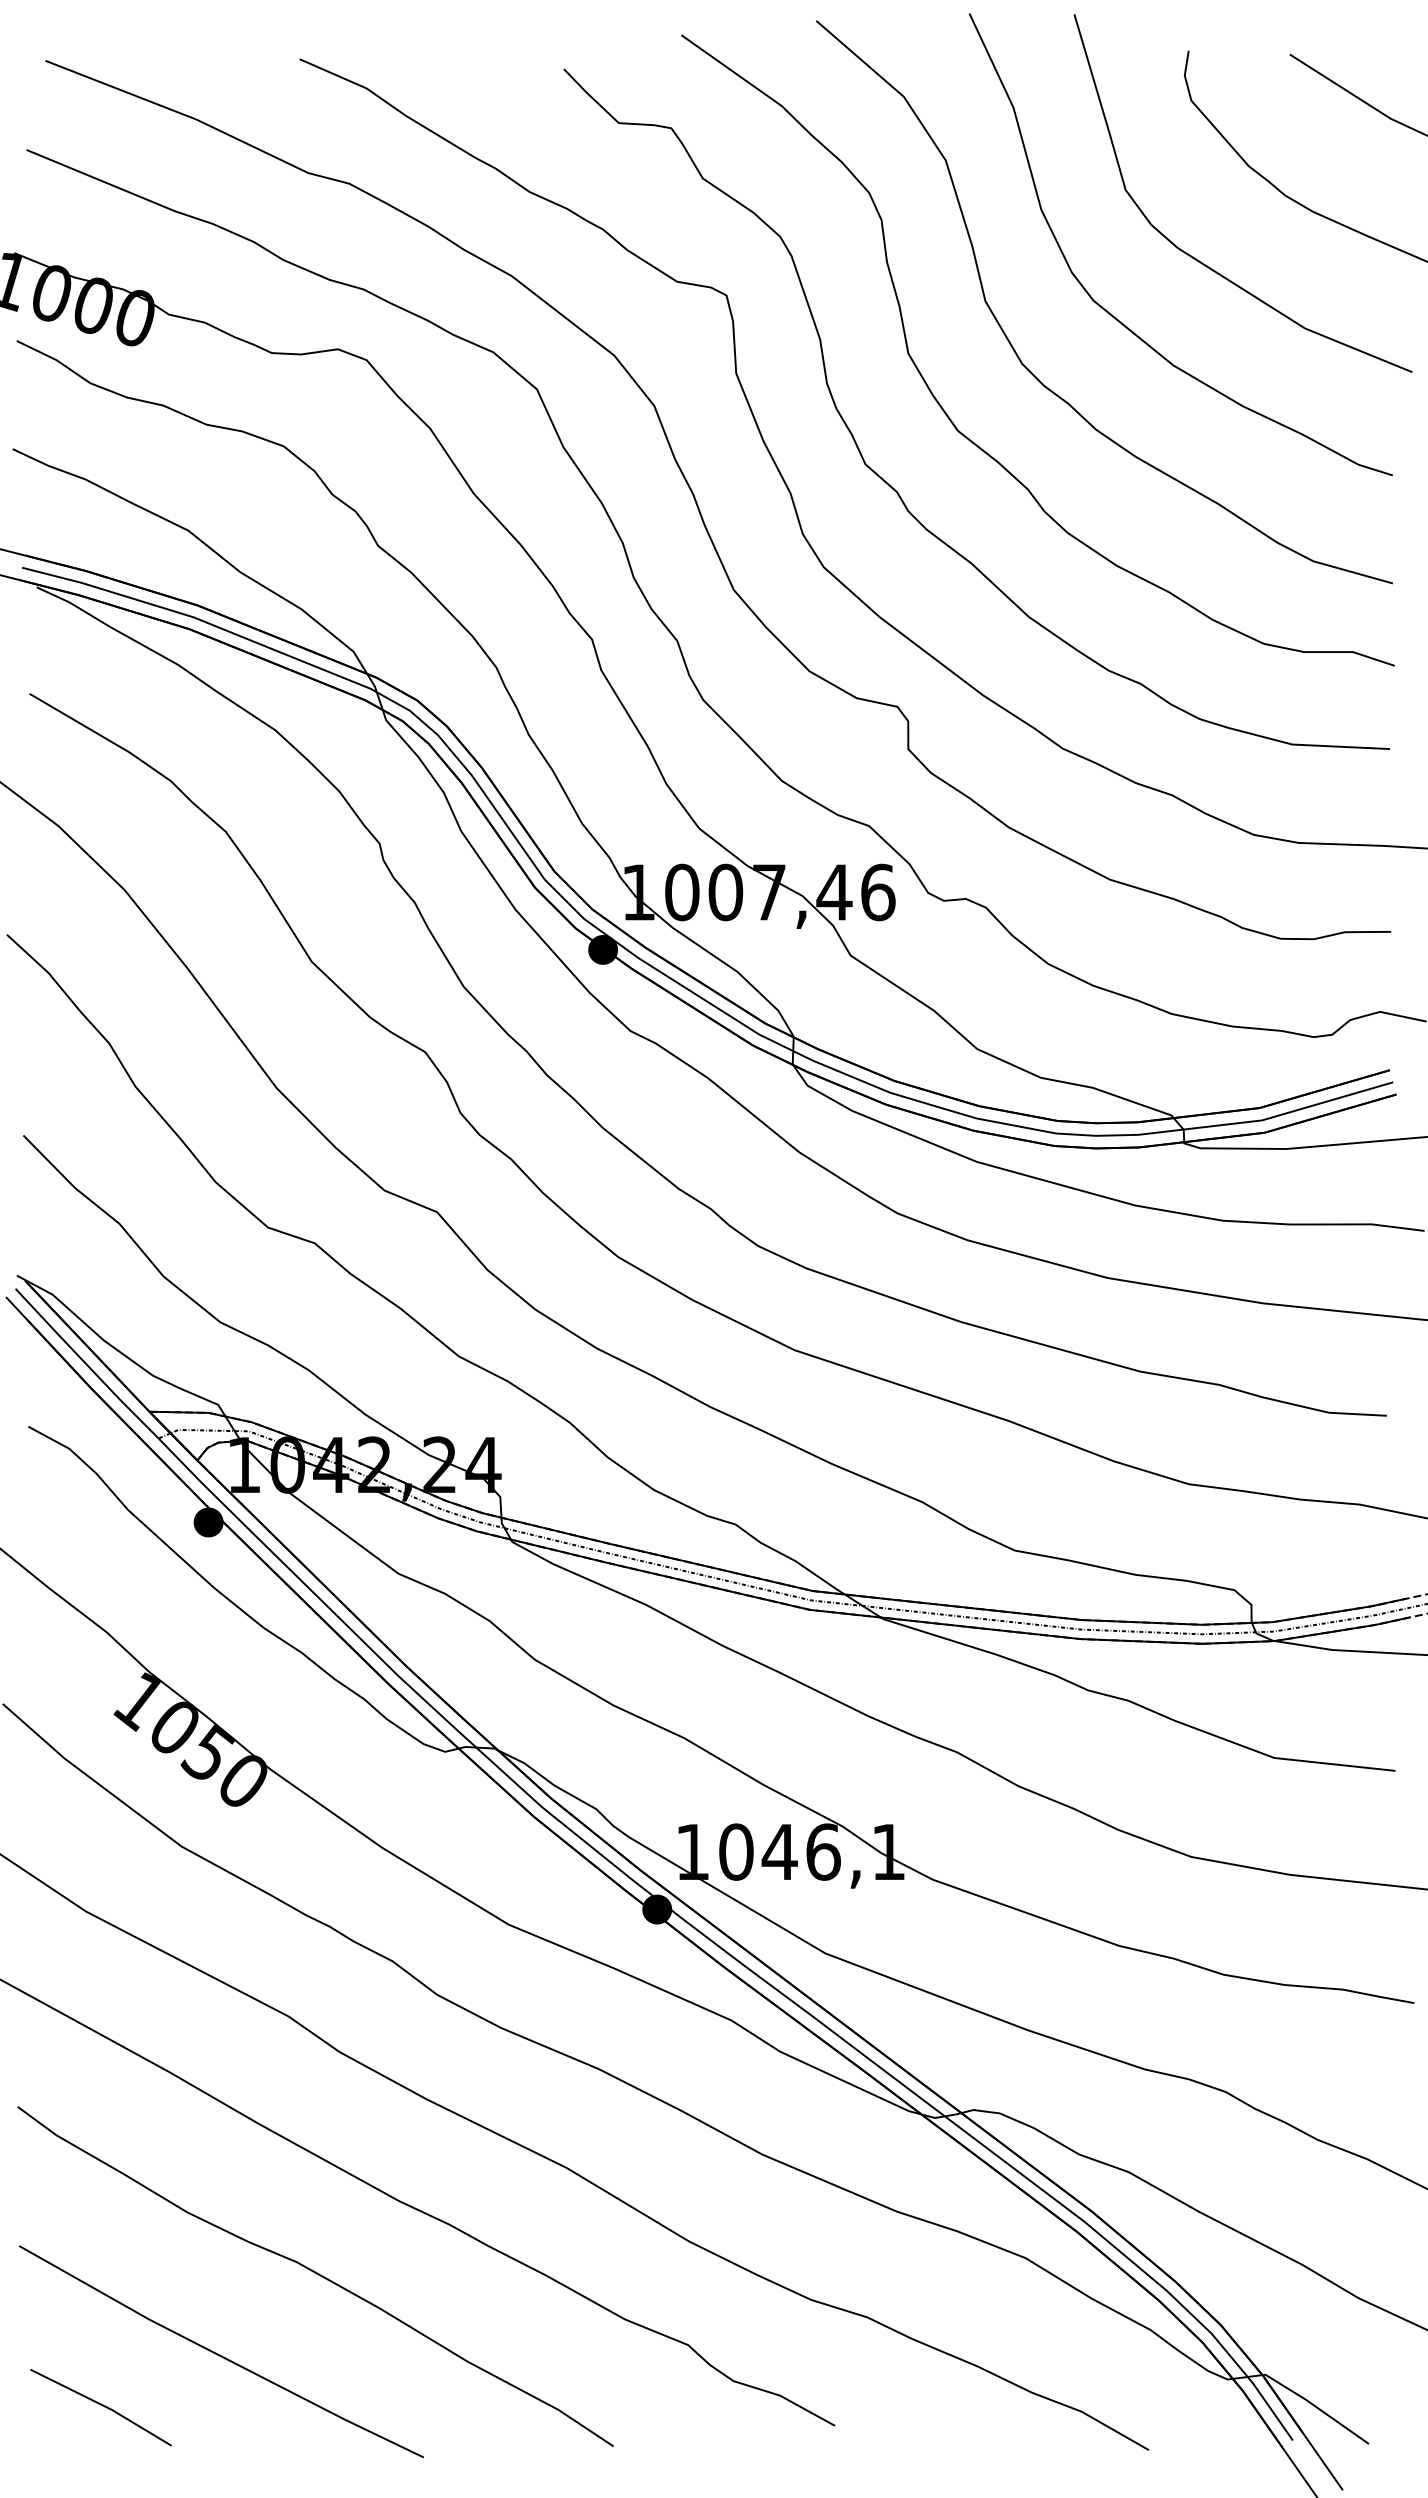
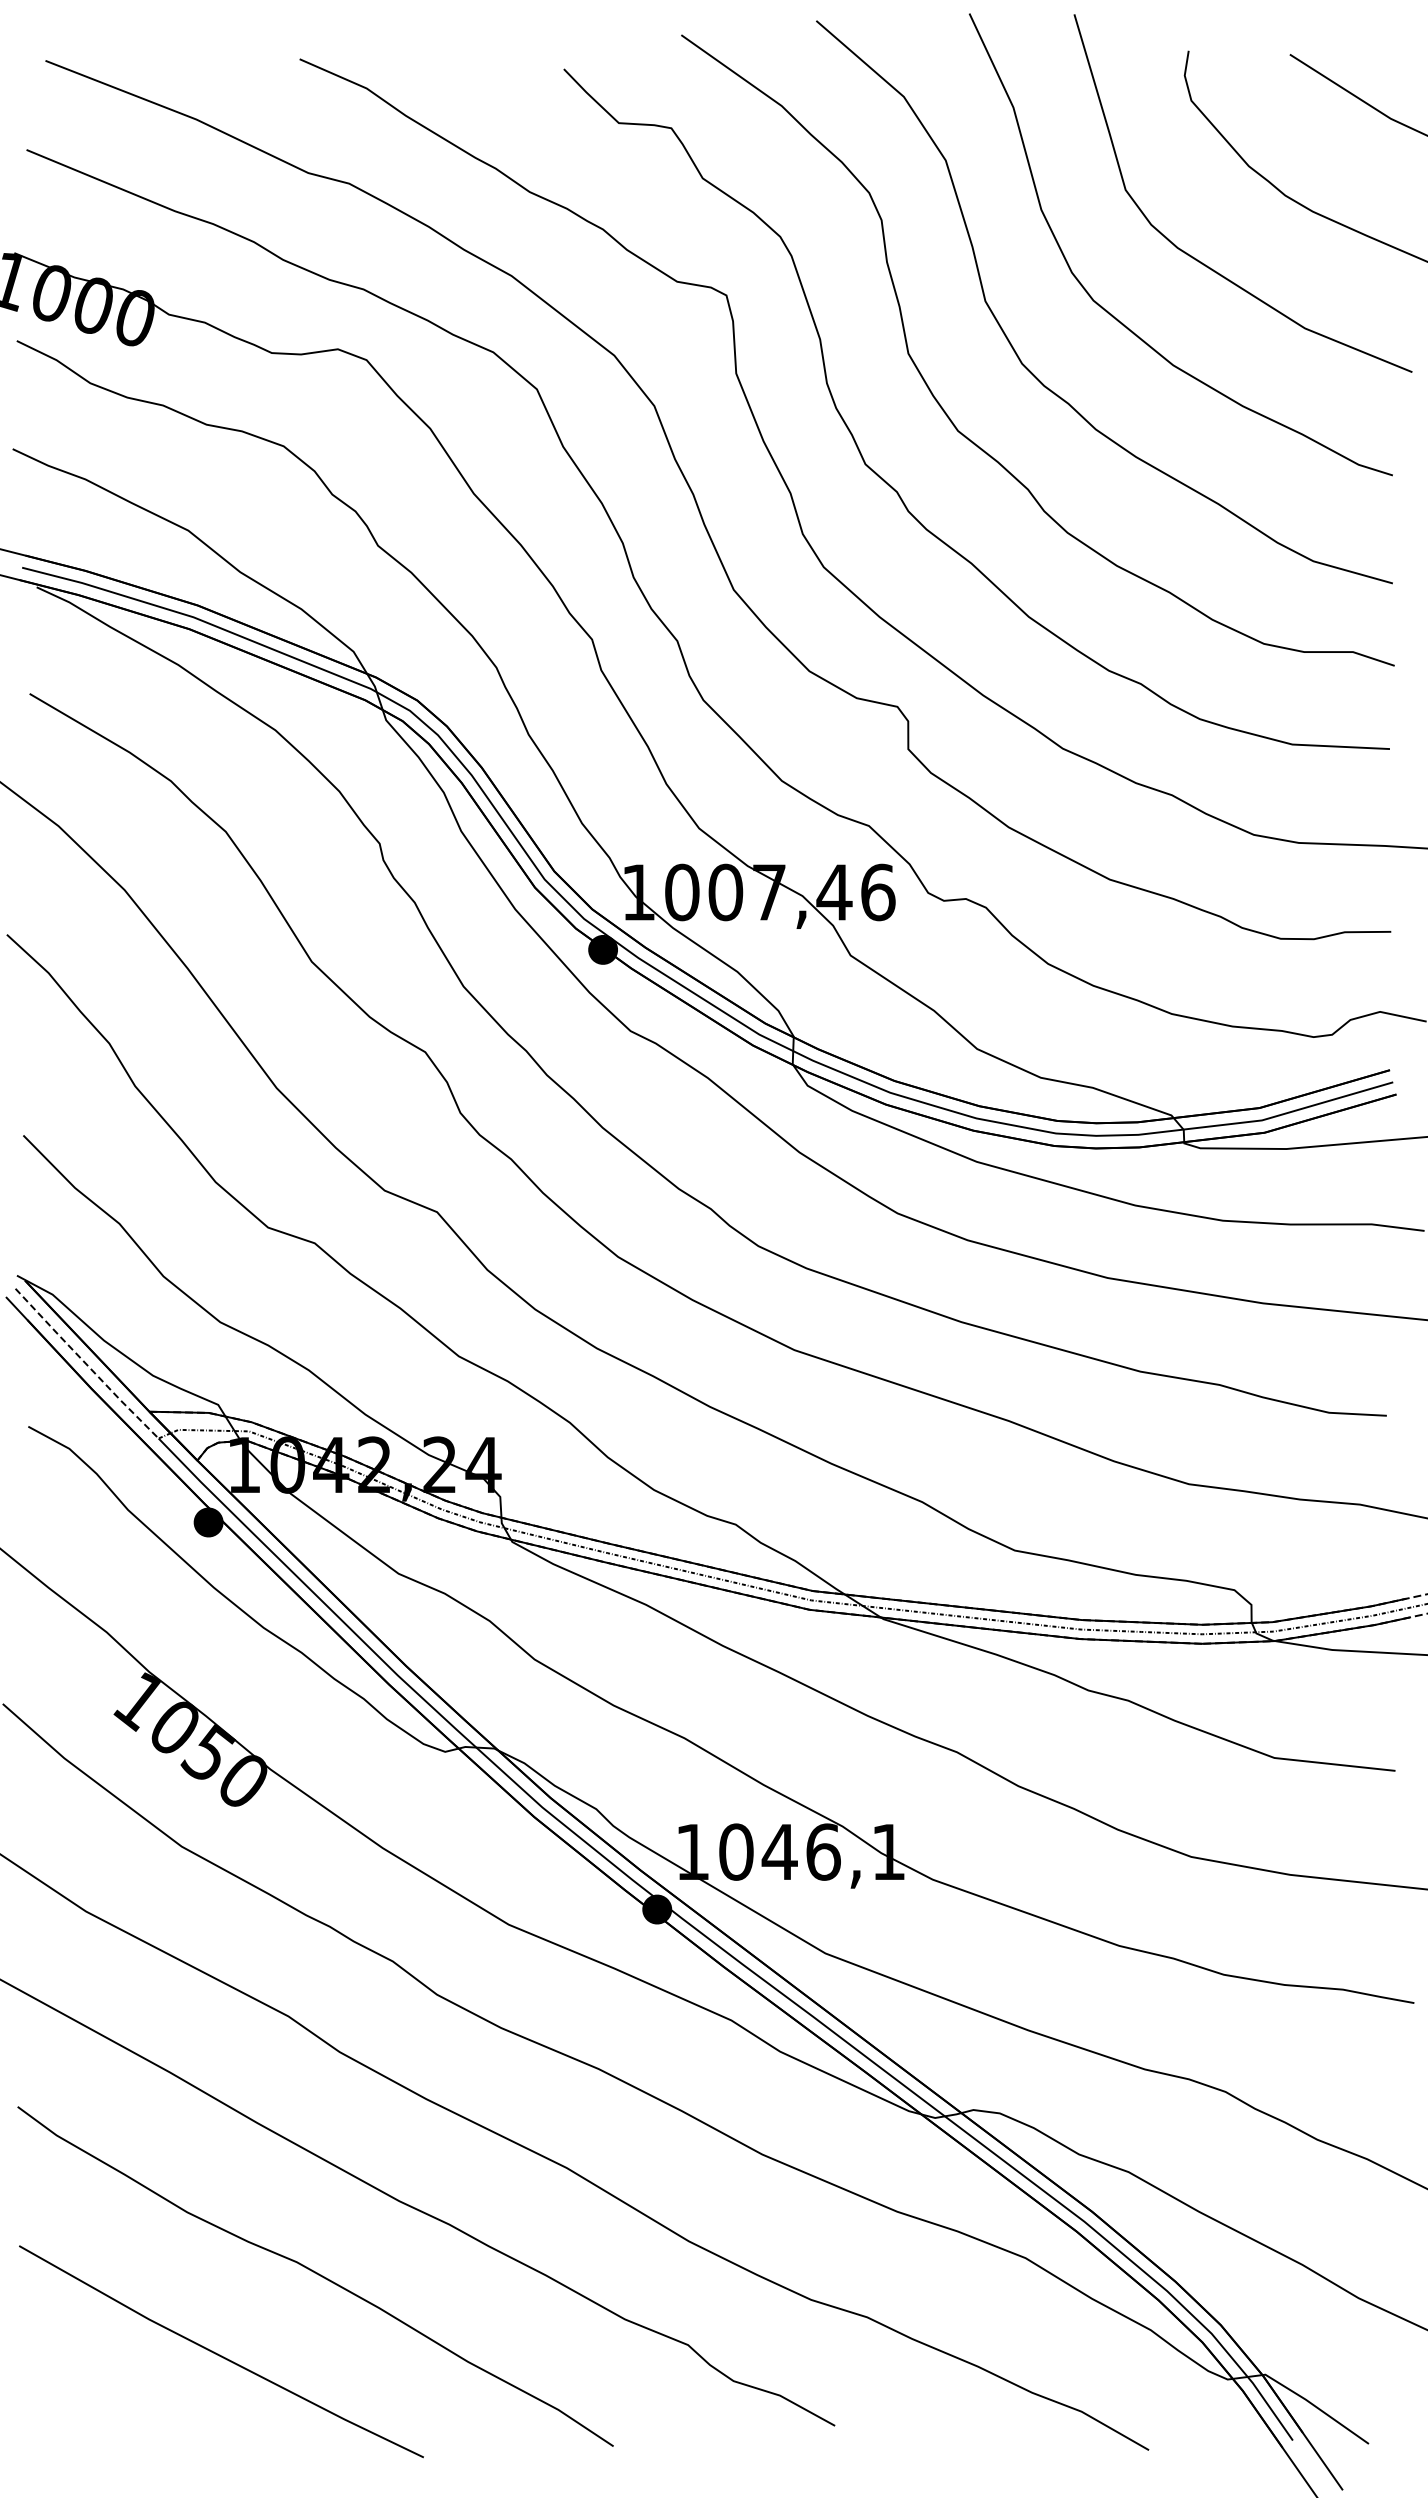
line at (87, 1364): solid -> dashed
line at (100, 2405): present -> none
